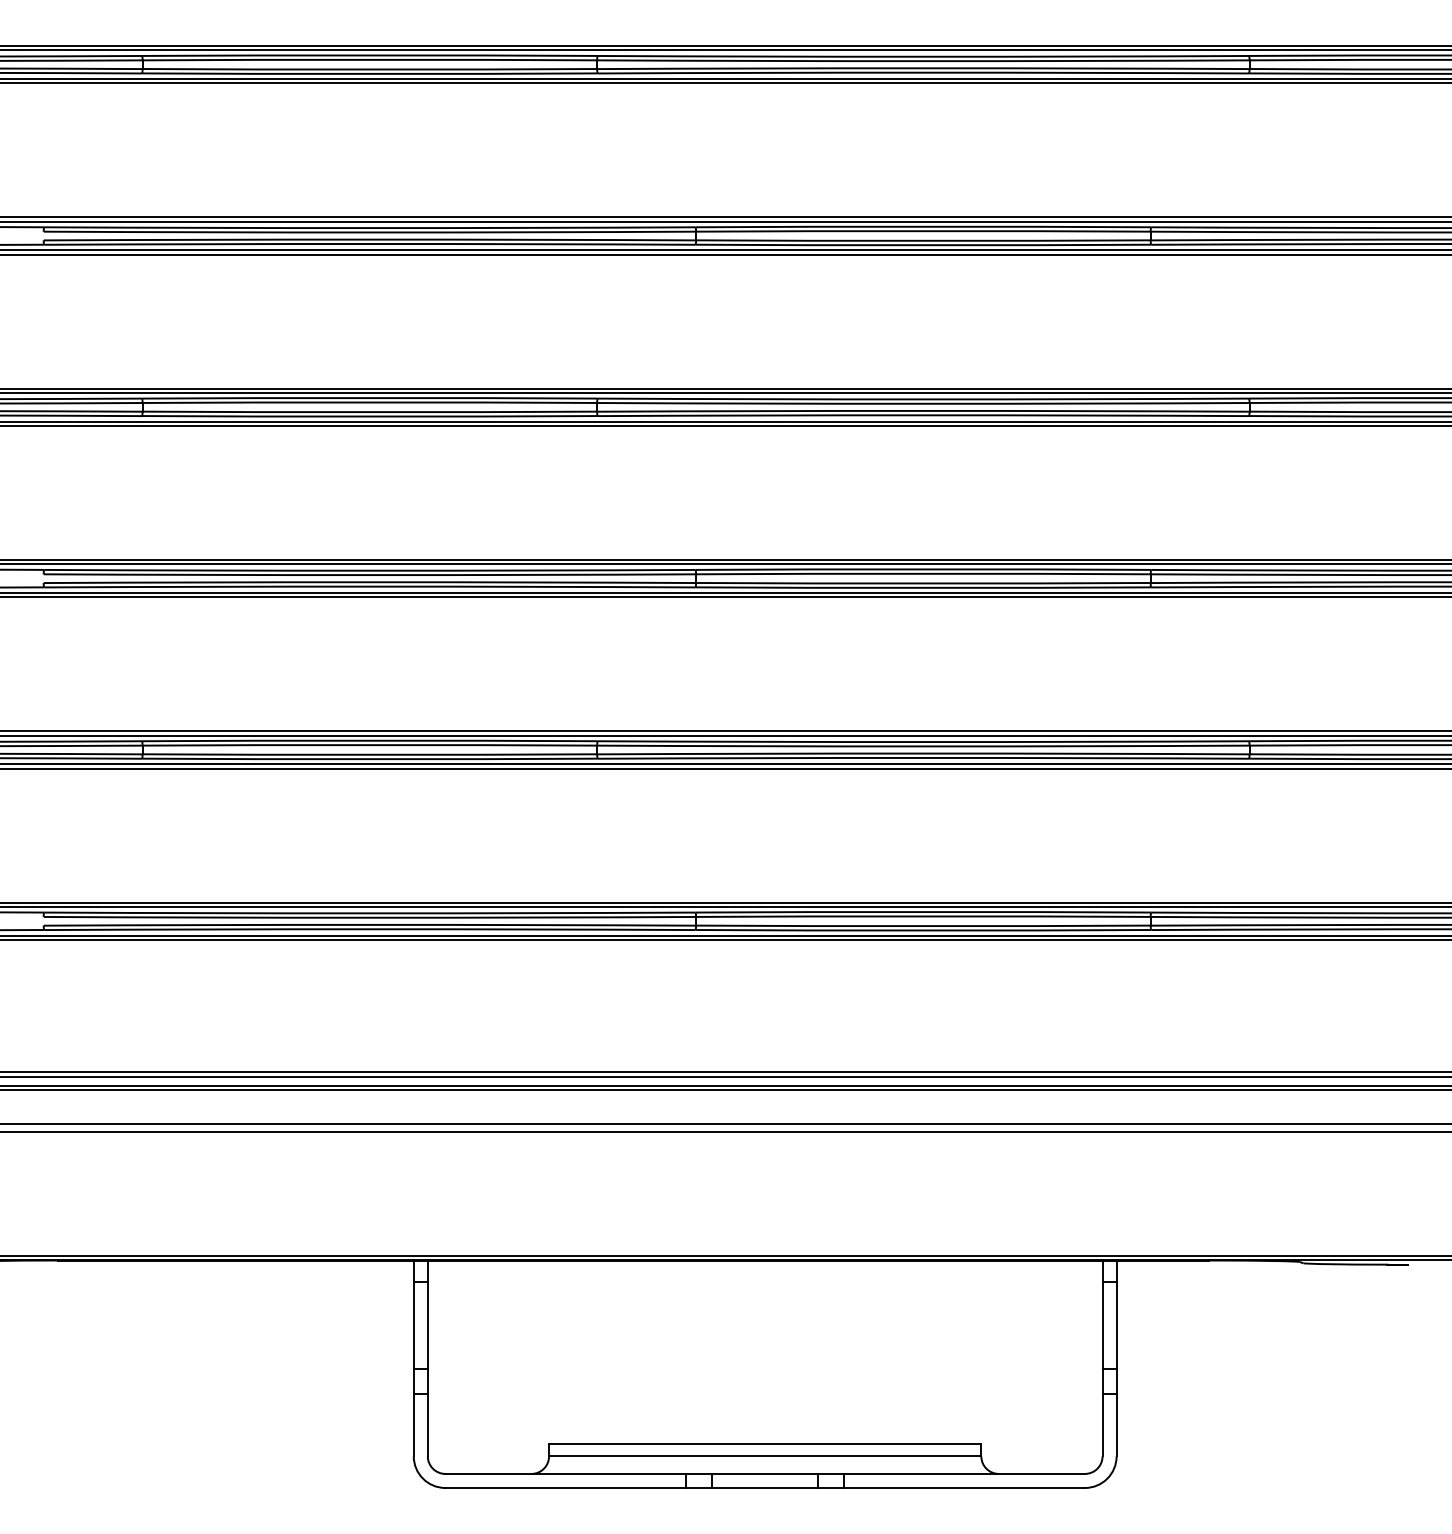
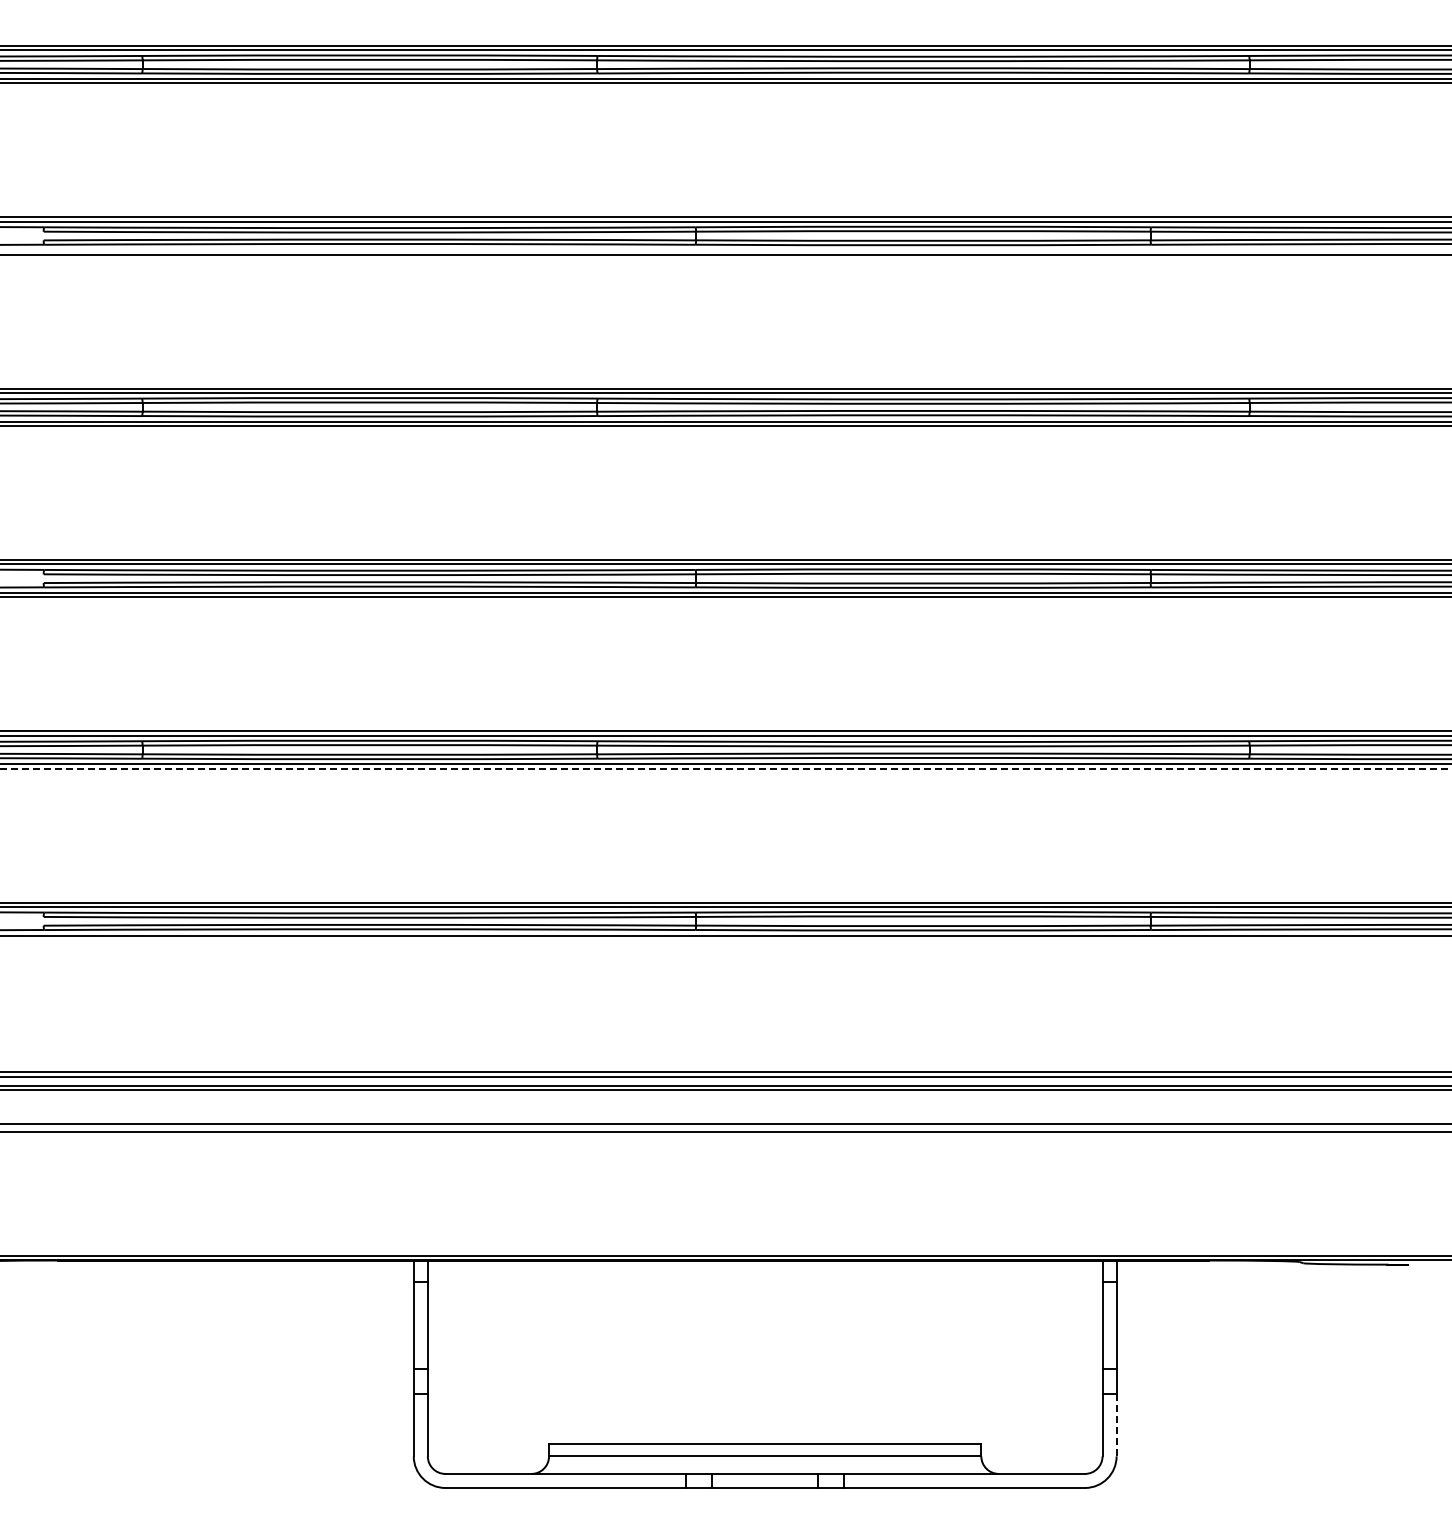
line at (725, 250): present -> none
line at (725, 768): solid -> dashed
line at (725, 940): present -> none
line at (1116, 1424): solid -> dashed
